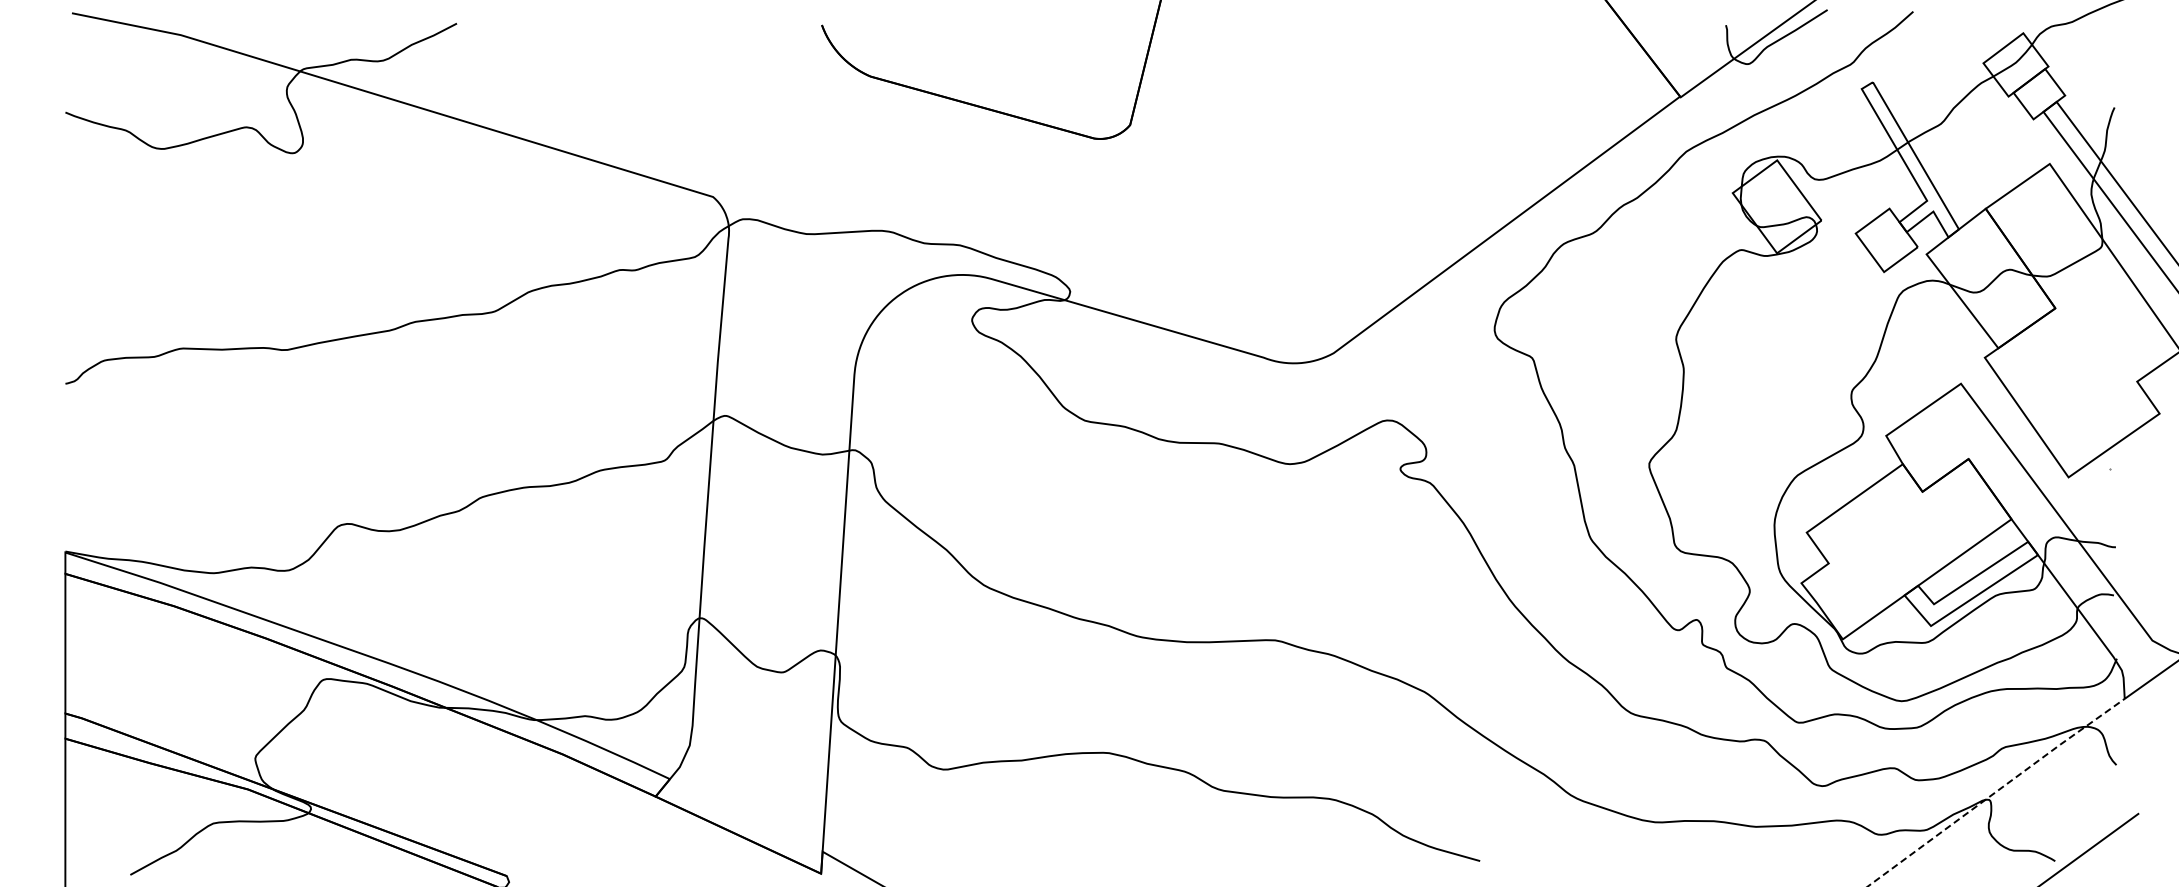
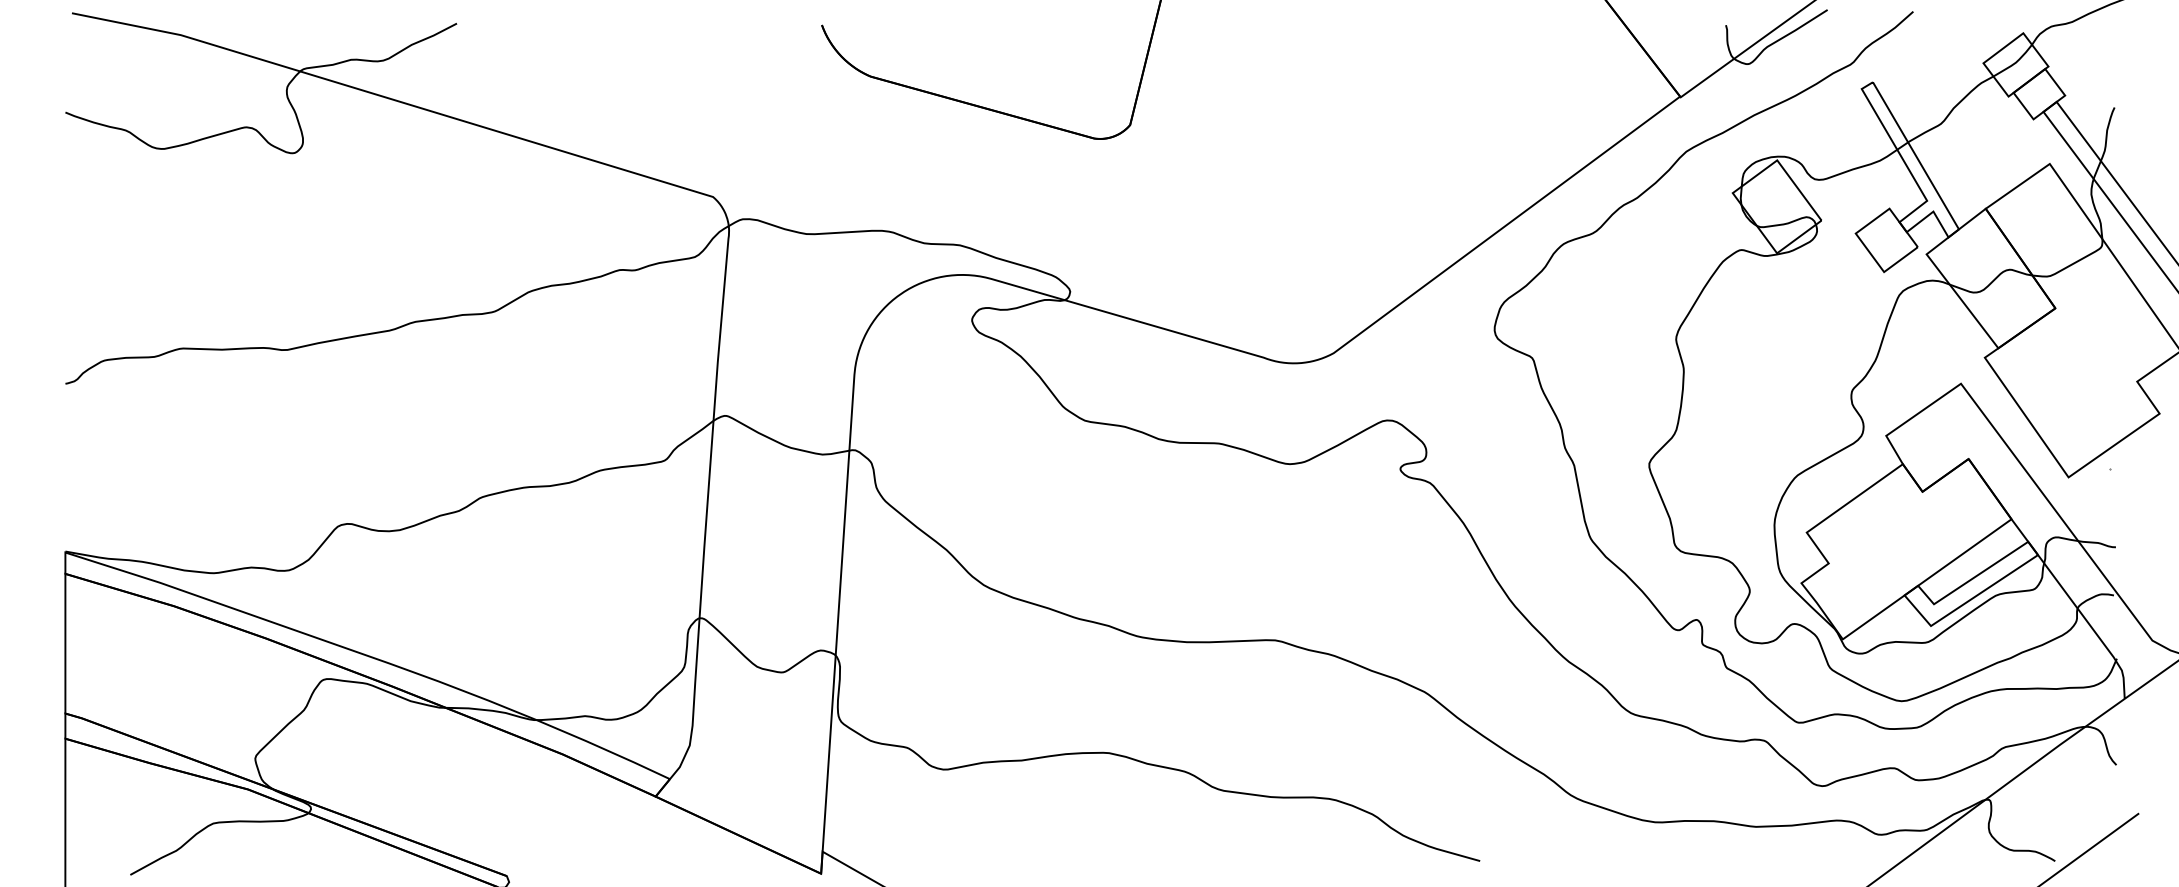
line at (1996, 791): dashed -> solid
